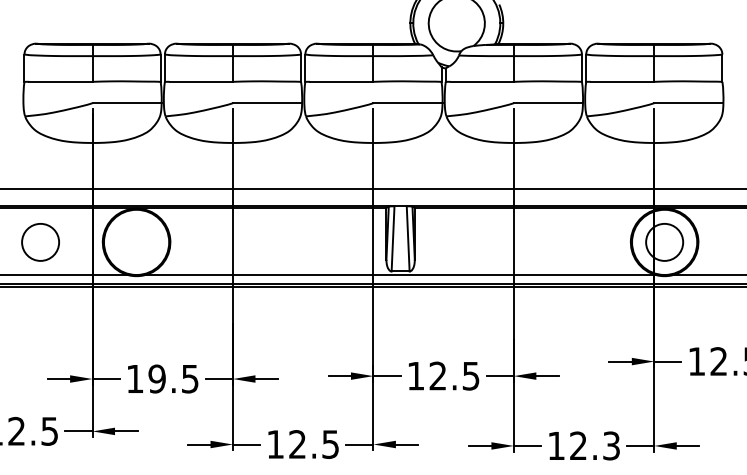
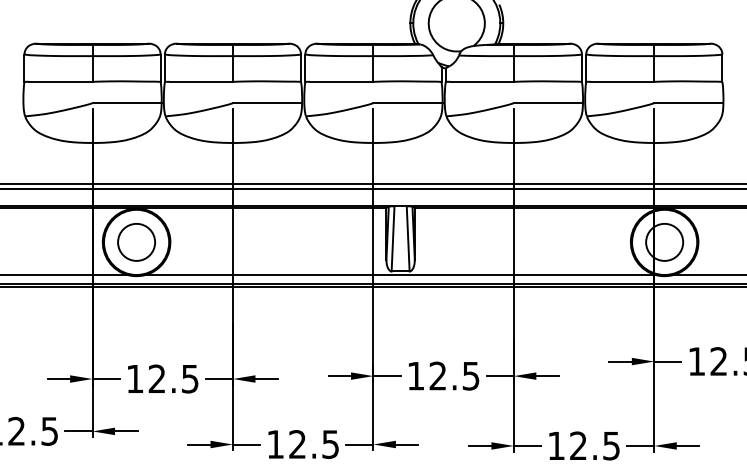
line at (372, 183): none -> present
circle at (40, 242) position: (40, 242) -> (136, 242)
text at (156, 378): 19.5 -> 12.5
text at (611, 445): 12.3 -> 12.5
